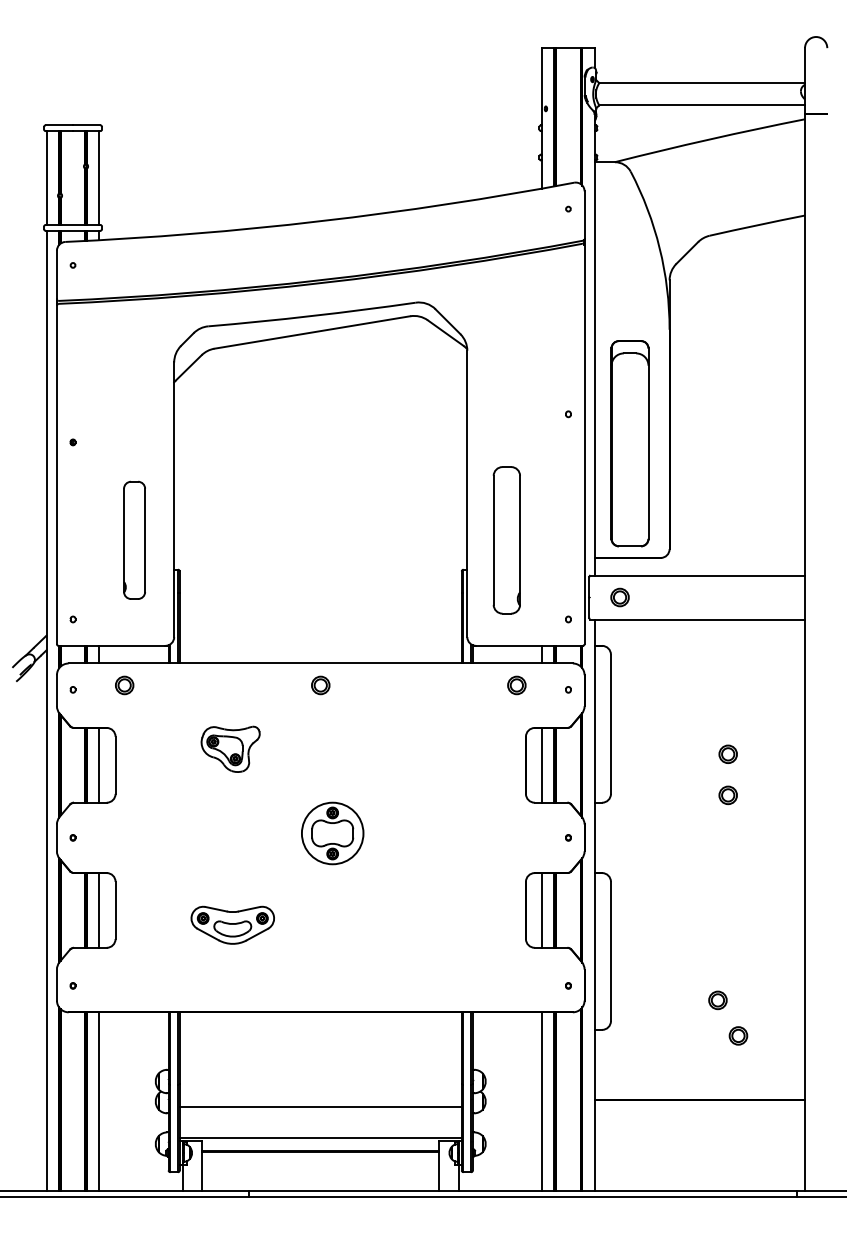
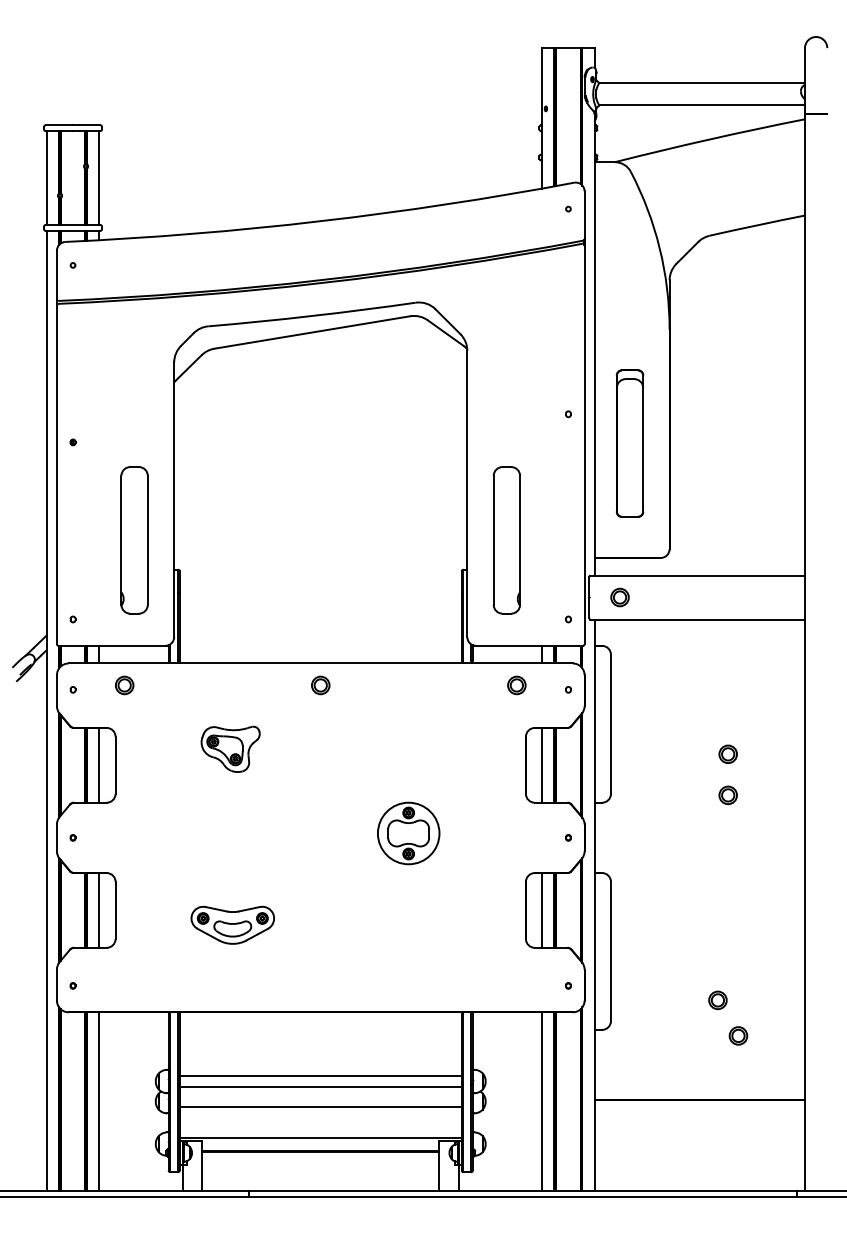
part at (629, 443) size: 40x208 px -> 30x149 px
part at (134, 539) size: 23x120 px -> 29x149 px
part at (332, 833) position: (332, 833) -> (408, 833)
line at (320, 1075): none -> present
line at (320, 1087): none -> present
